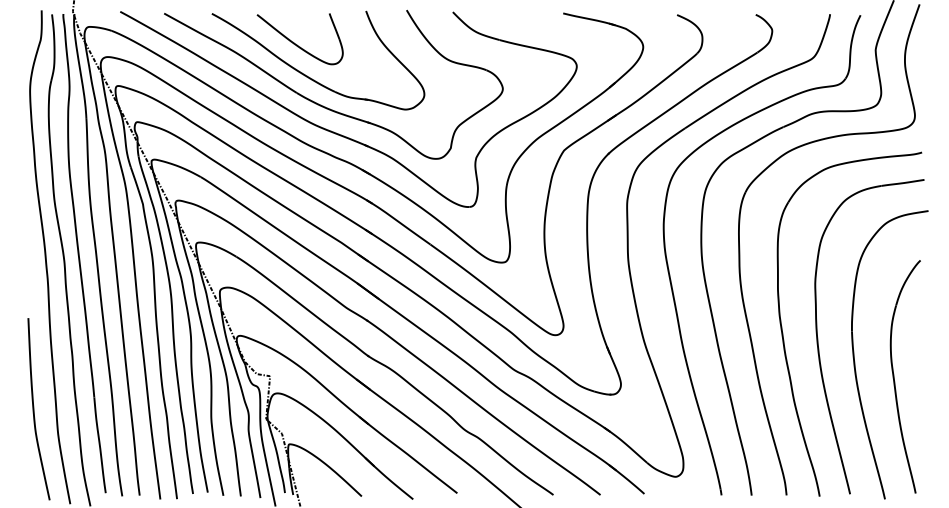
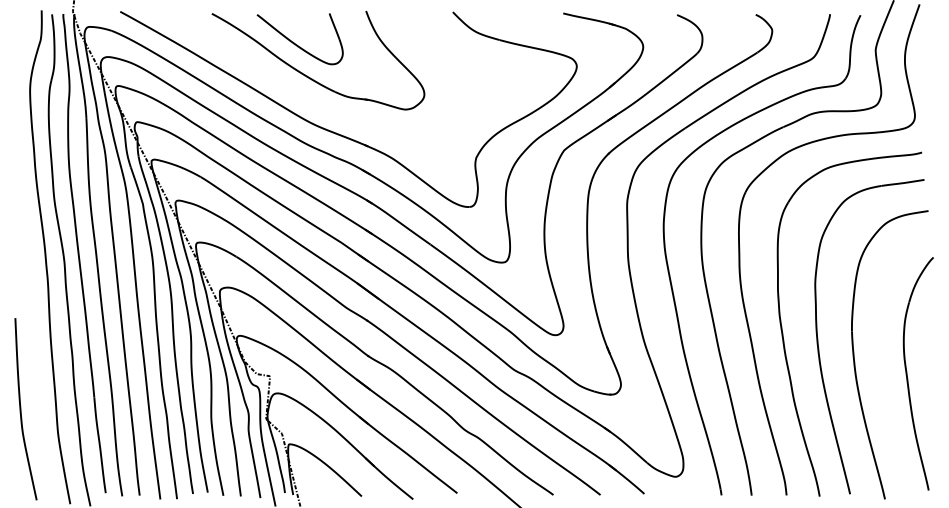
part at (323, 105): present -> none
part at (894, 376) position: (894, 376) -> (907, 373)
curve at (34, 409) position: (34, 409) -> (21, 409)
